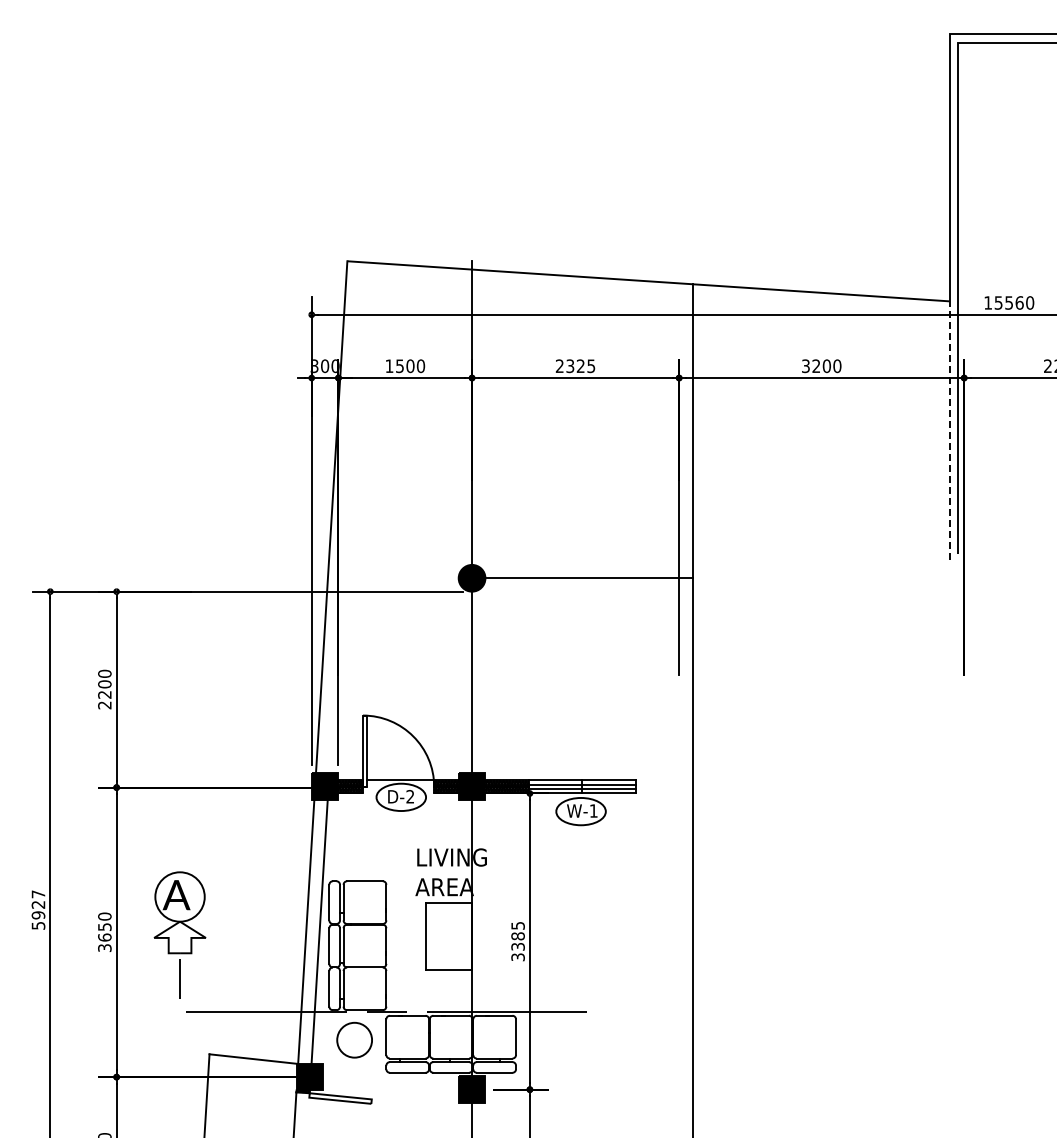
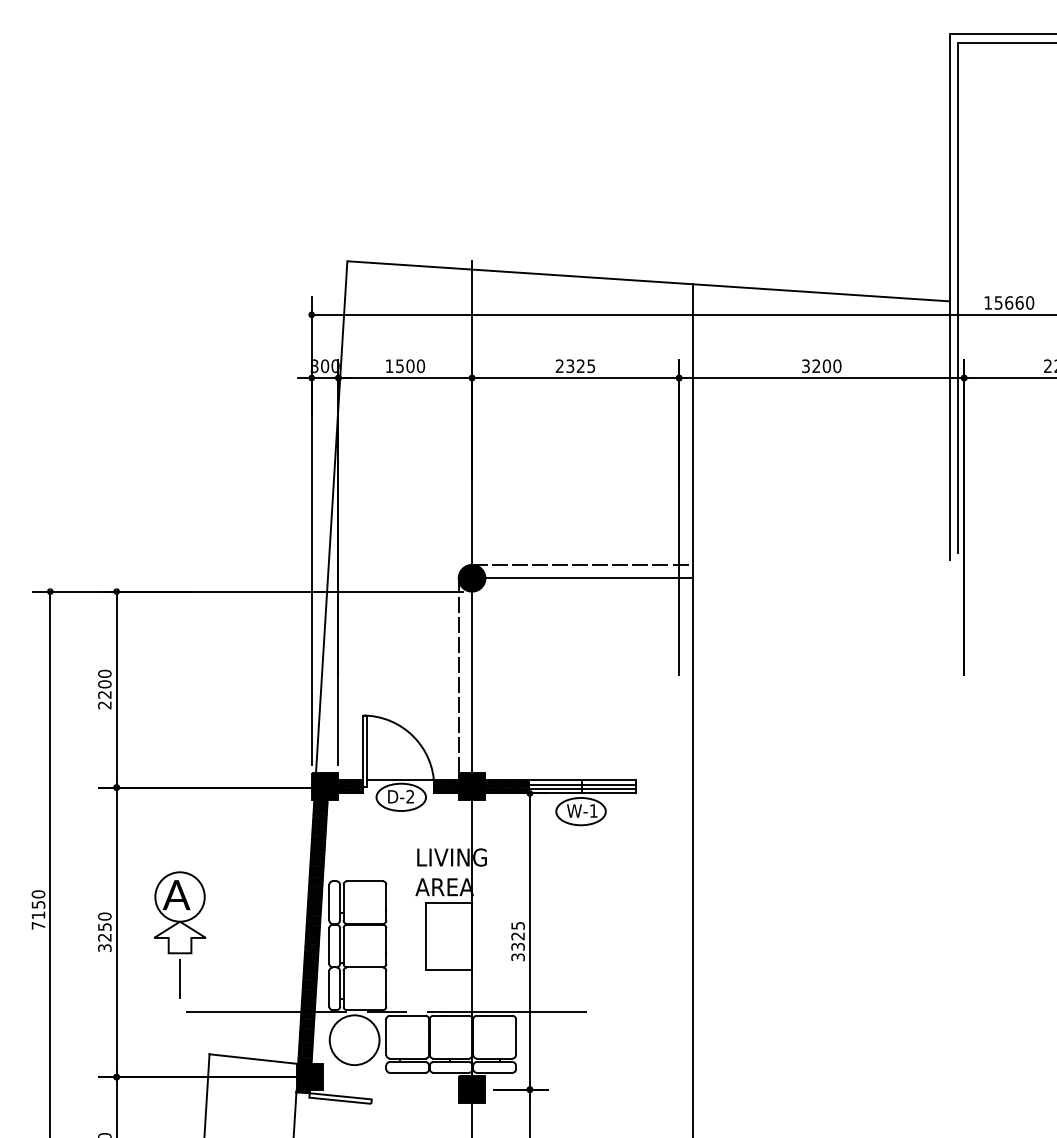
text at (1009, 302): 15560 -> 15660
line at (949, 430): dashed -> solid
line at (582, 564): none -> present
line at (458, 675): none -> present
text at (38, 909): 5927 -> 7150
hatch at (312, 931): none -> present
text at (517, 936): 3385 -> 3325
text at (104, 937): 3650 -> 3250
circle at (354, 1039) diameter: 35 px -> 50 px
